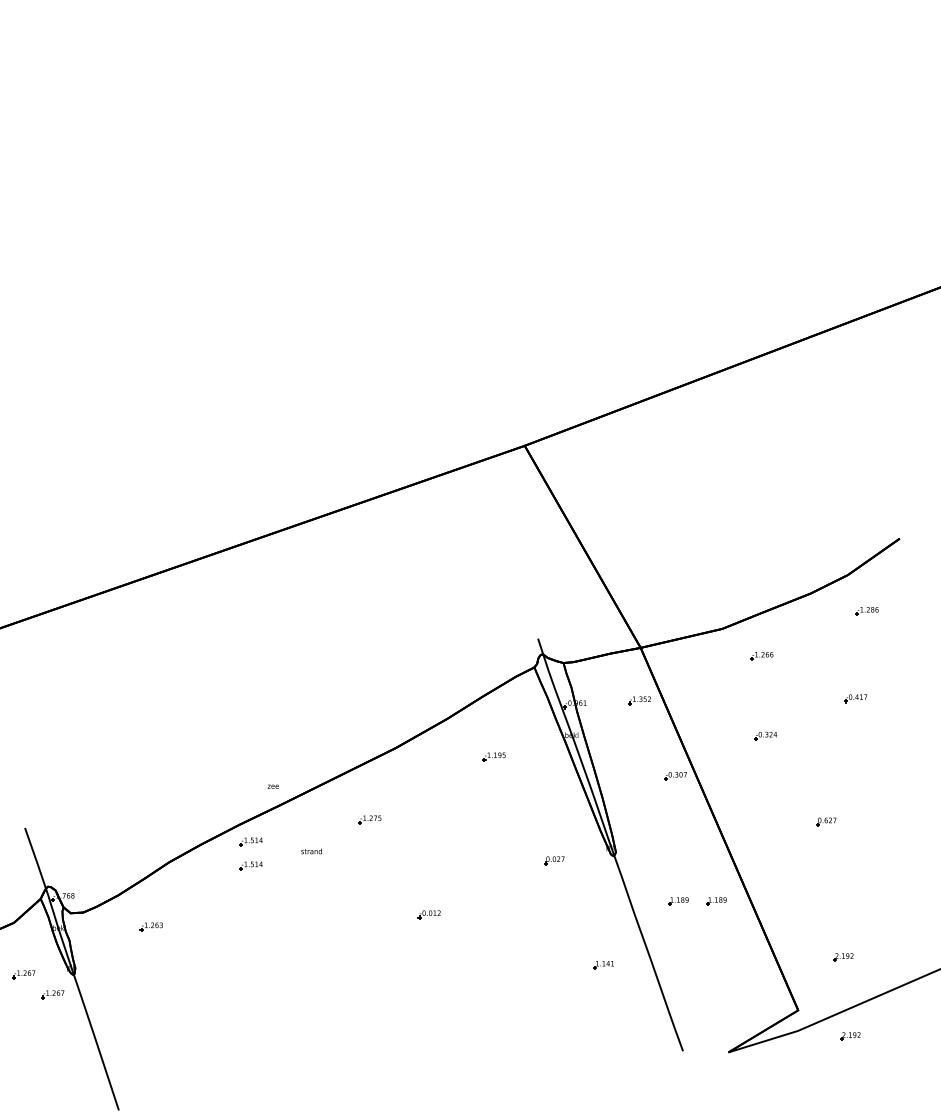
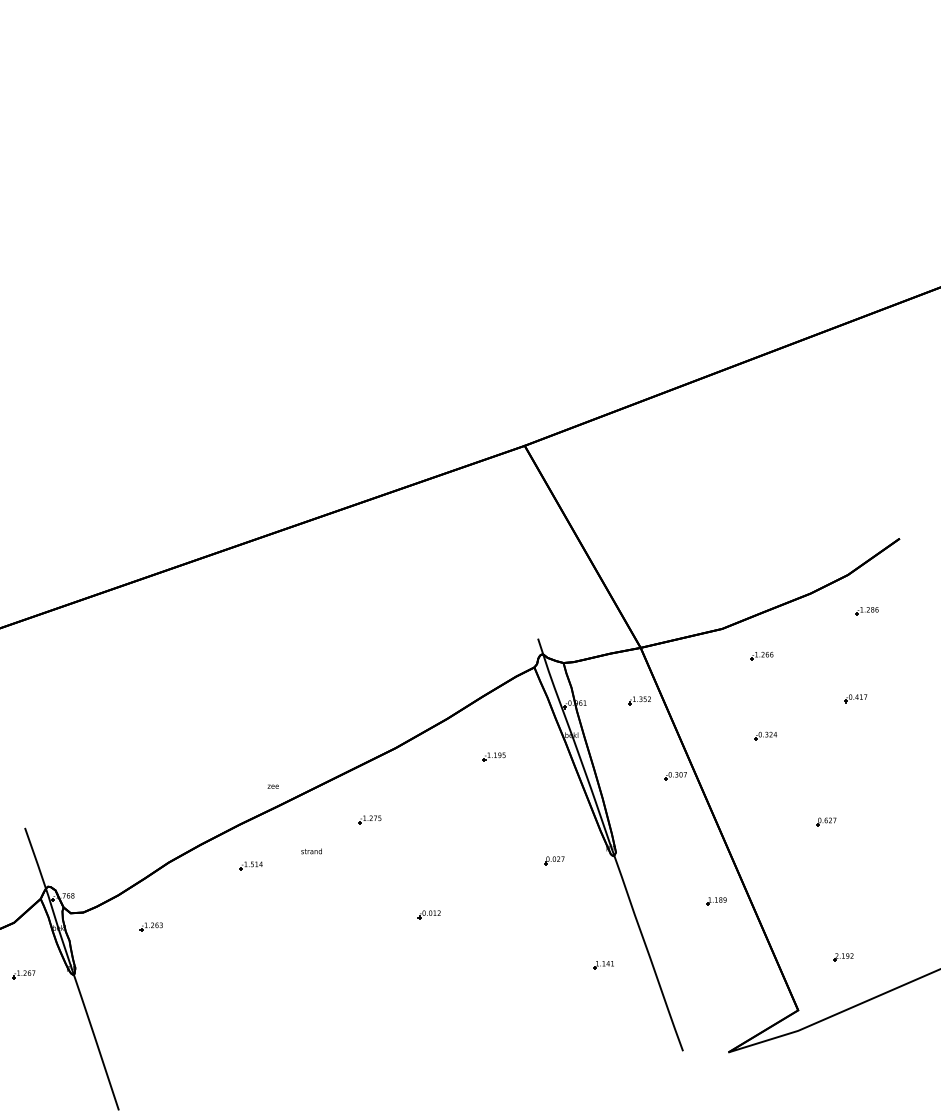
part at (250, 841): present -> none
part at (678, 901): present -> none
part at (52, 994): present -> none
part at (850, 1036): present -> none
